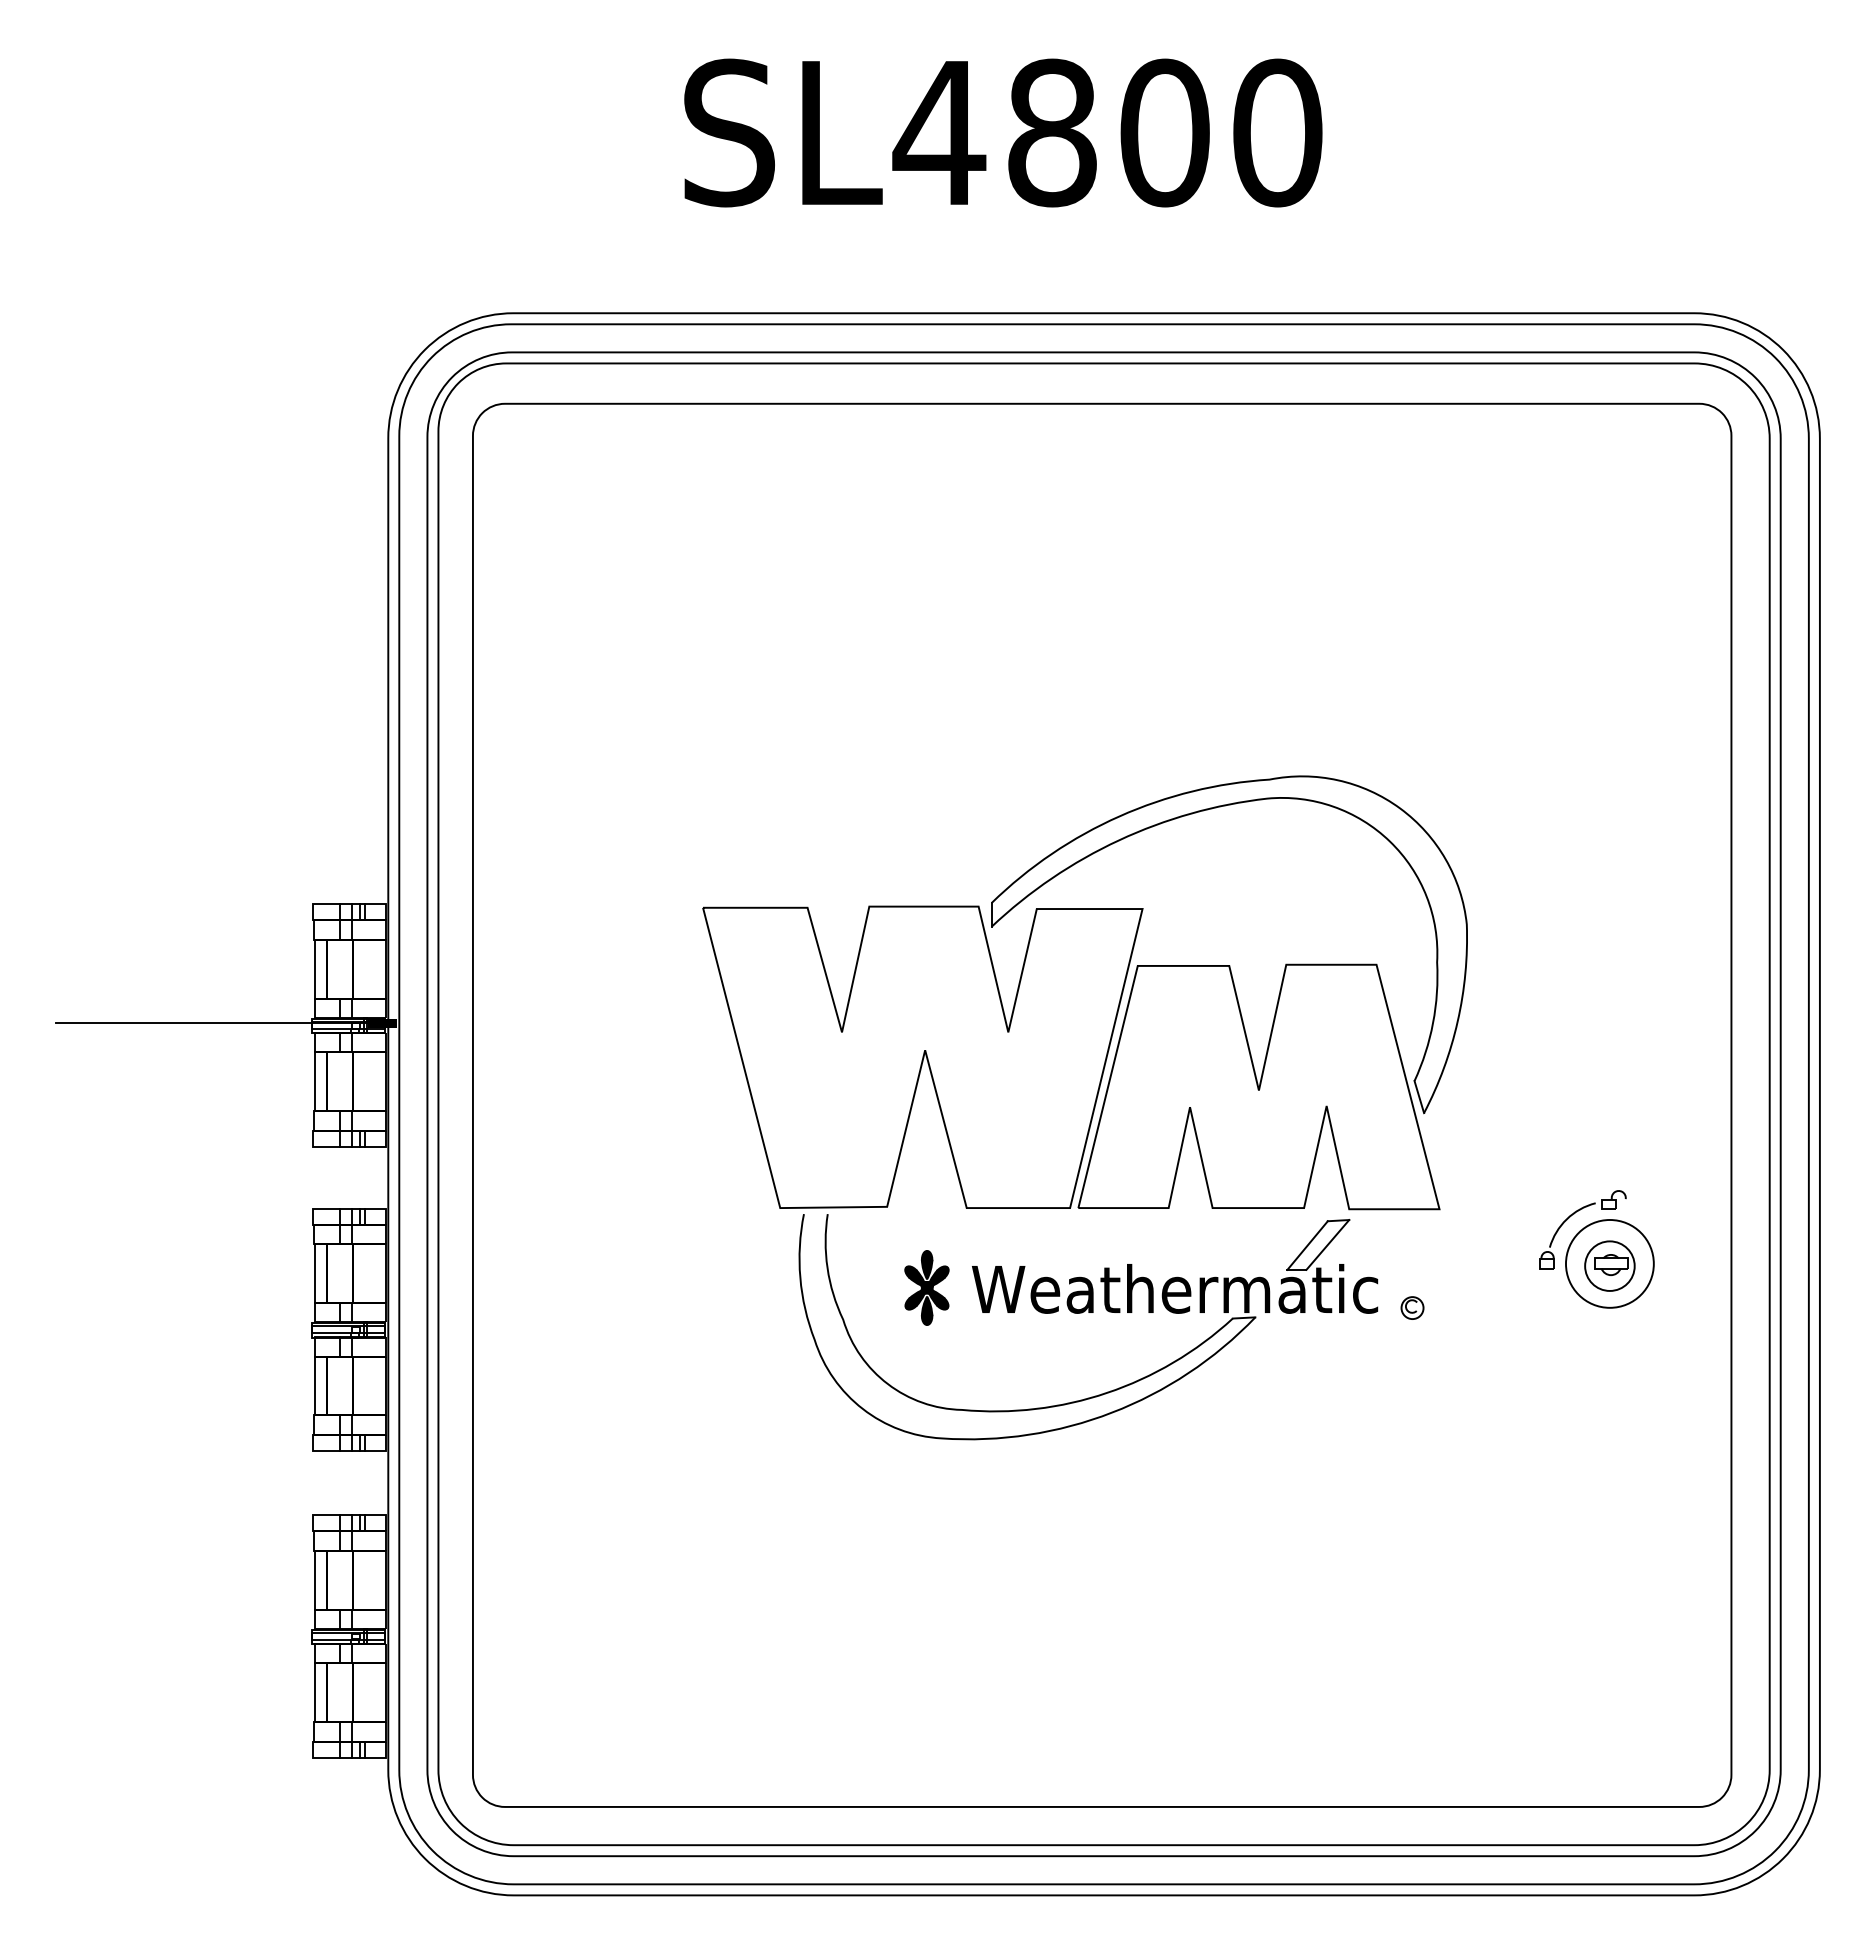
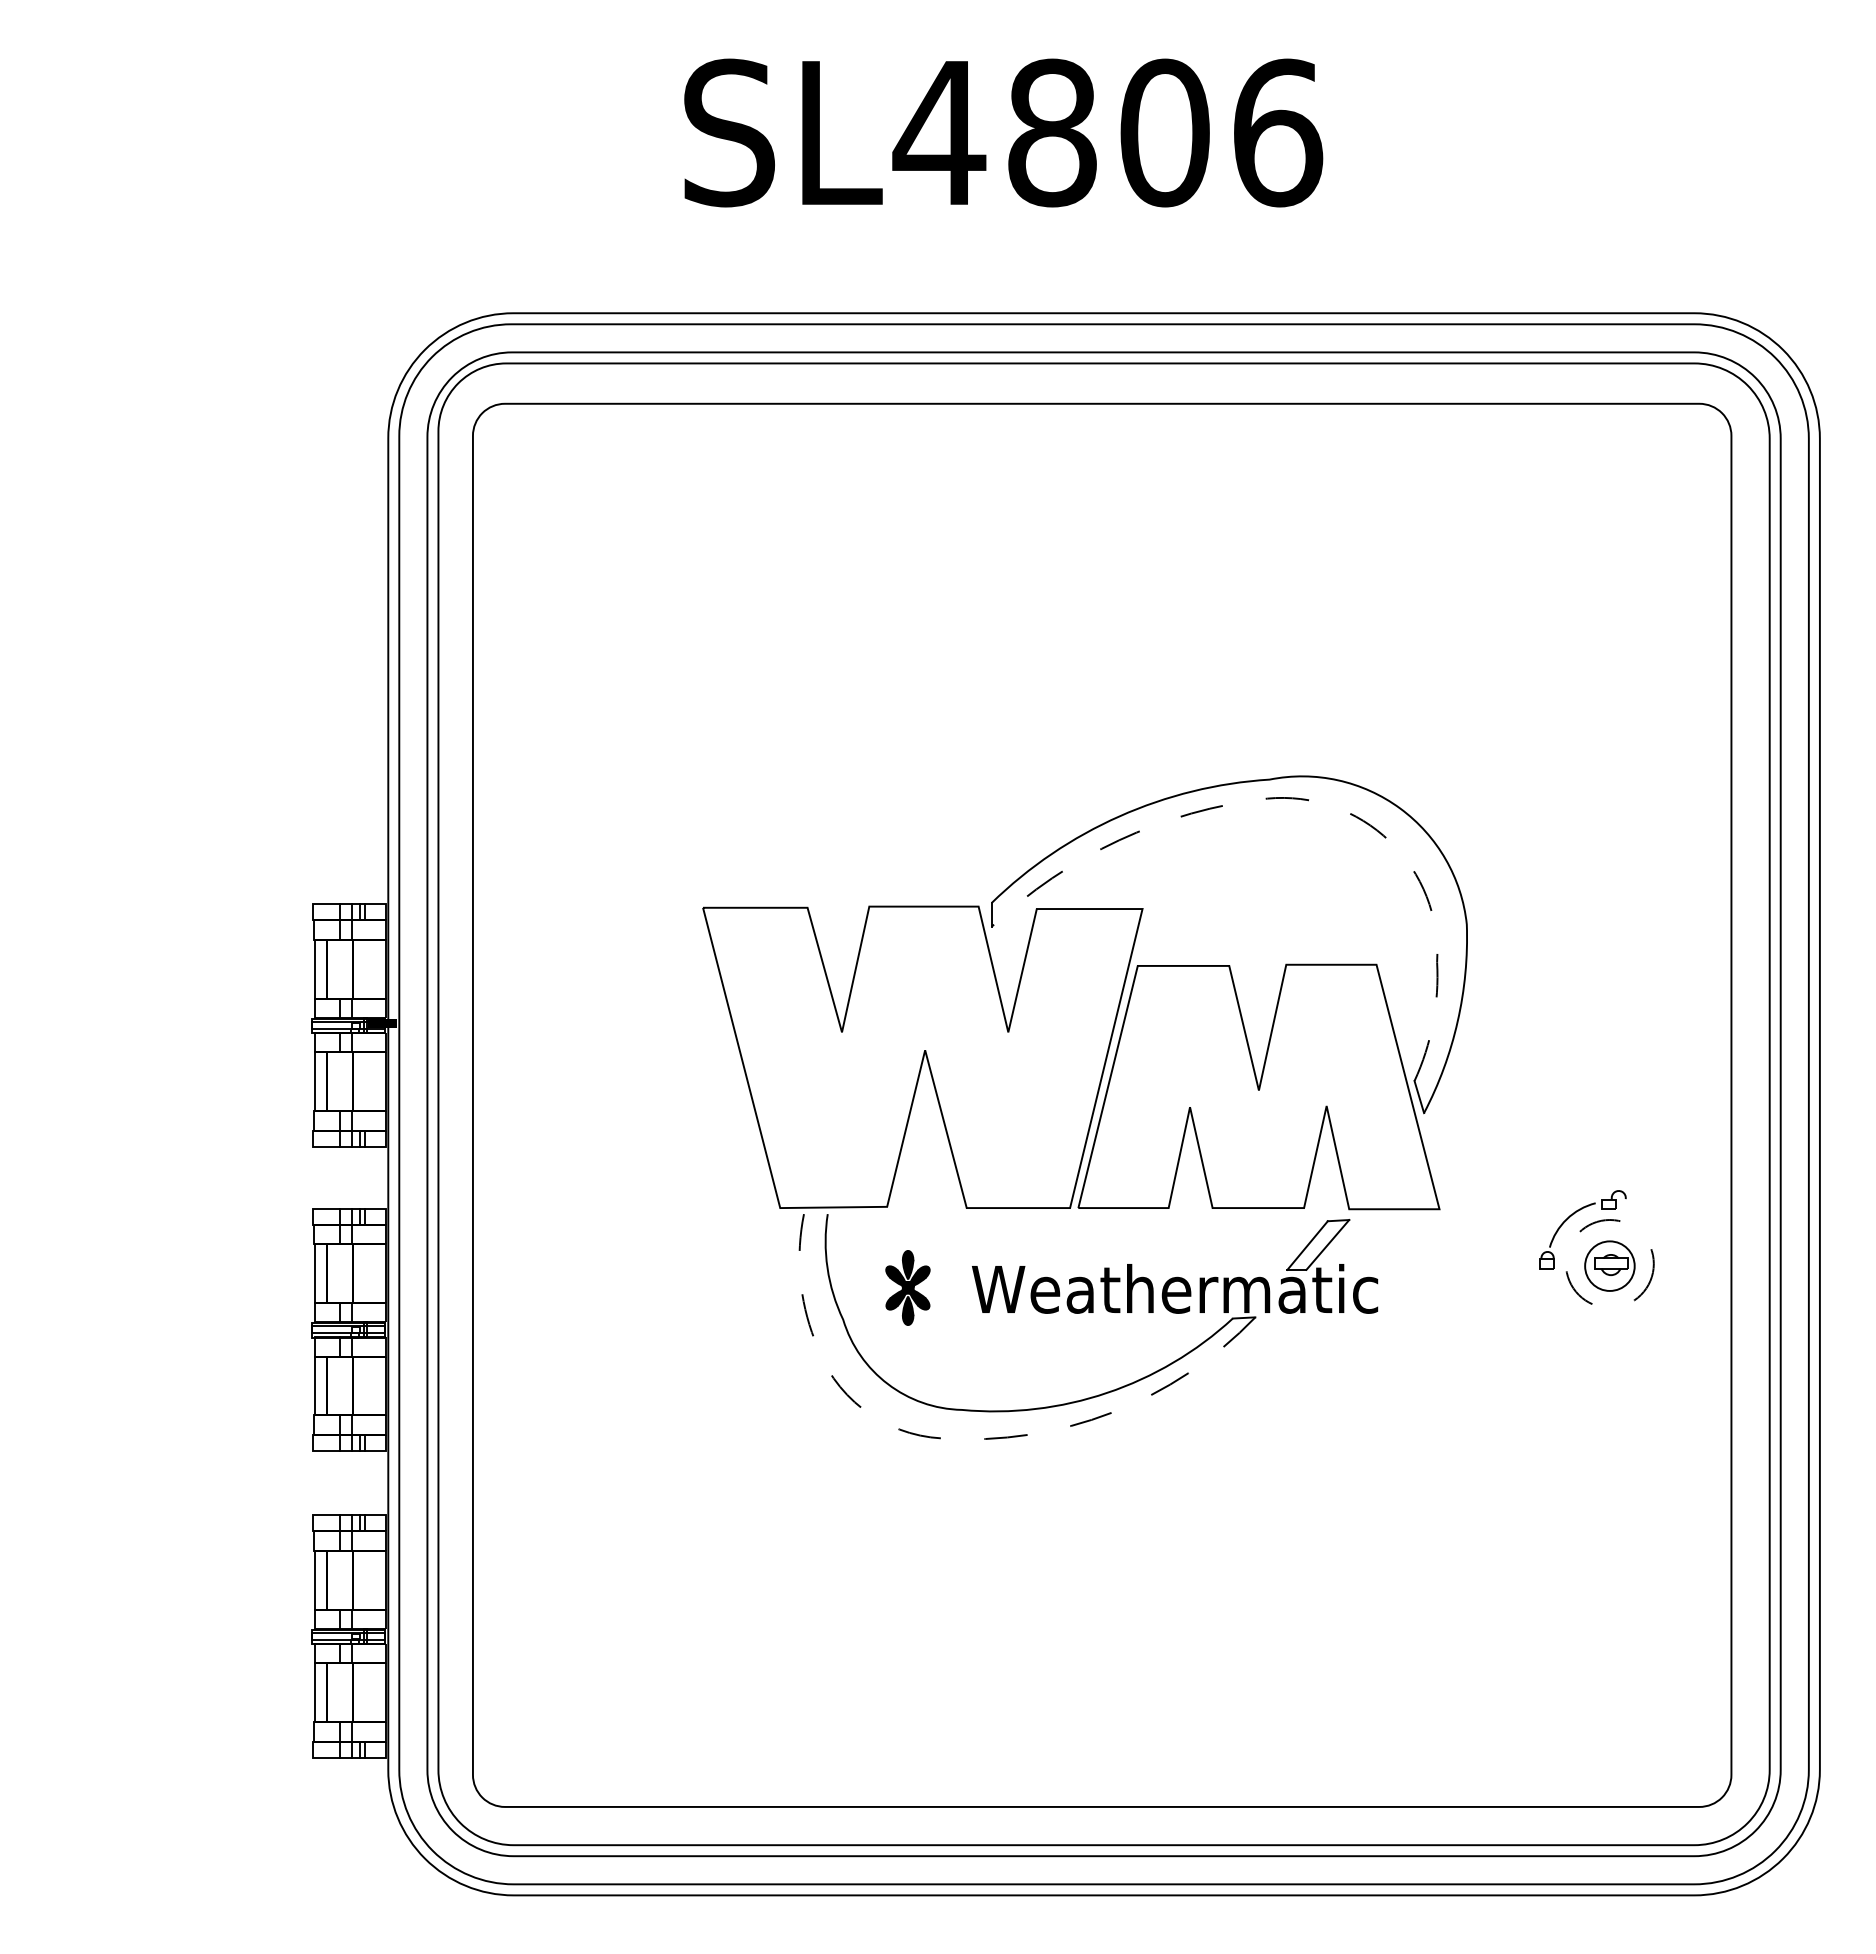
text at (1278, 132): SL4800 -> SL4806
line at (1307, 800): solid -> dashed
line at (222, 1022): present -> none
circle at (1609, 1263): solid -> dashed
part at (926, 1287) position: (926, 1287) -> (907, 1287)
part at (1412, 1307): present -> none
line at (958, 1439): solid -> dashed
